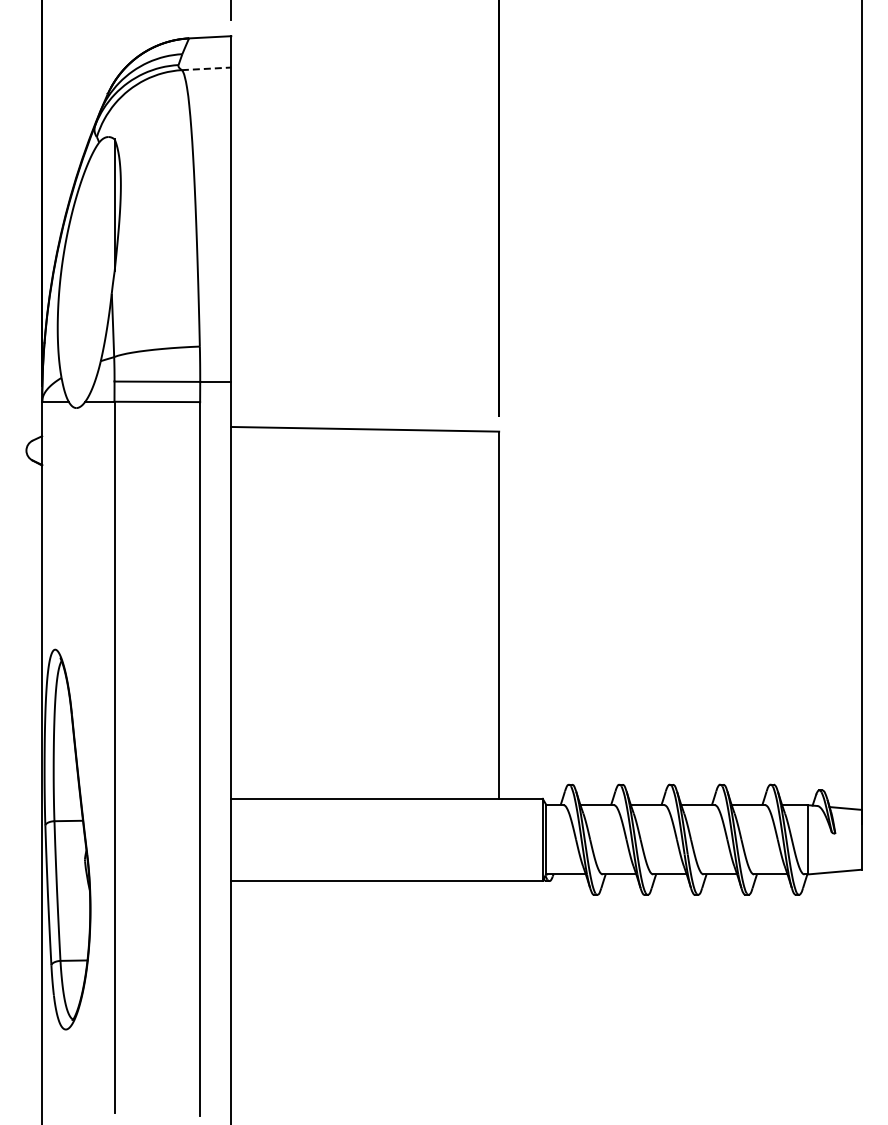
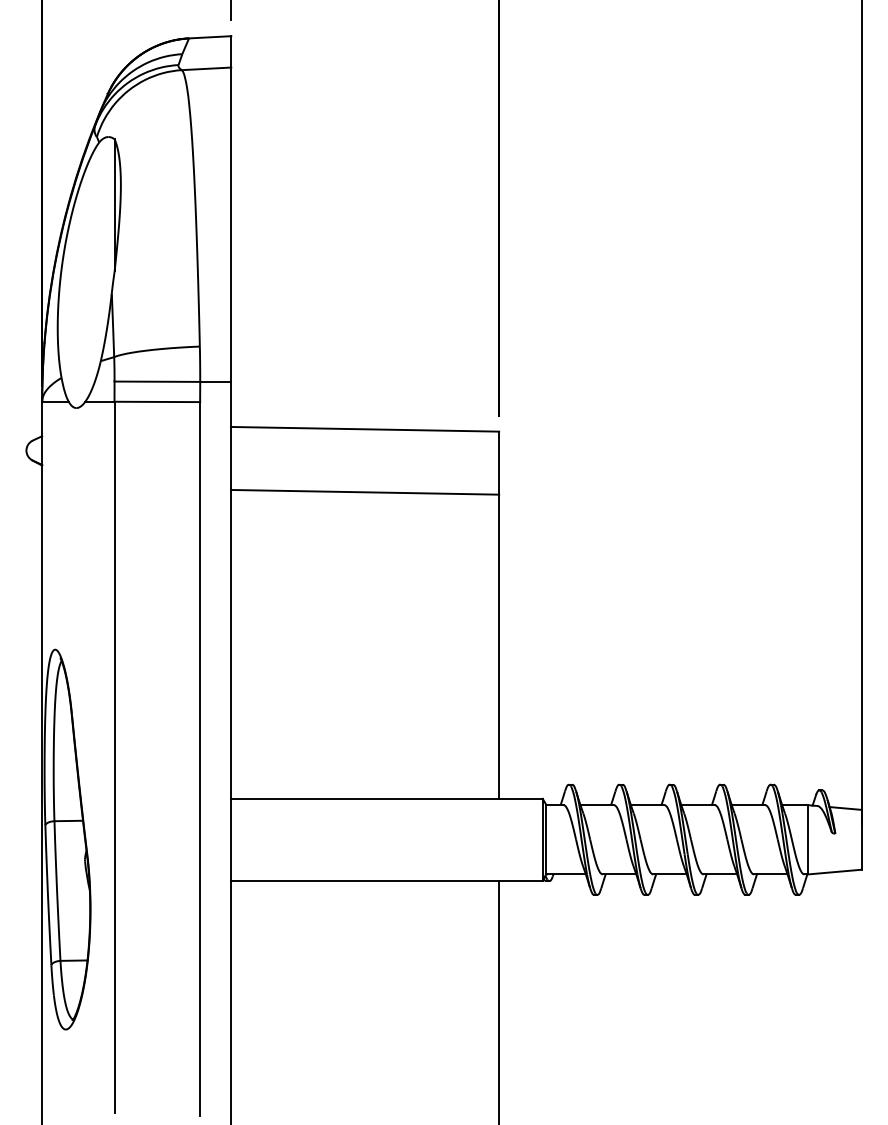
line at (206, 68): dashed -> solid
line at (365, 491): none -> present
line at (499, 1000): none -> present
